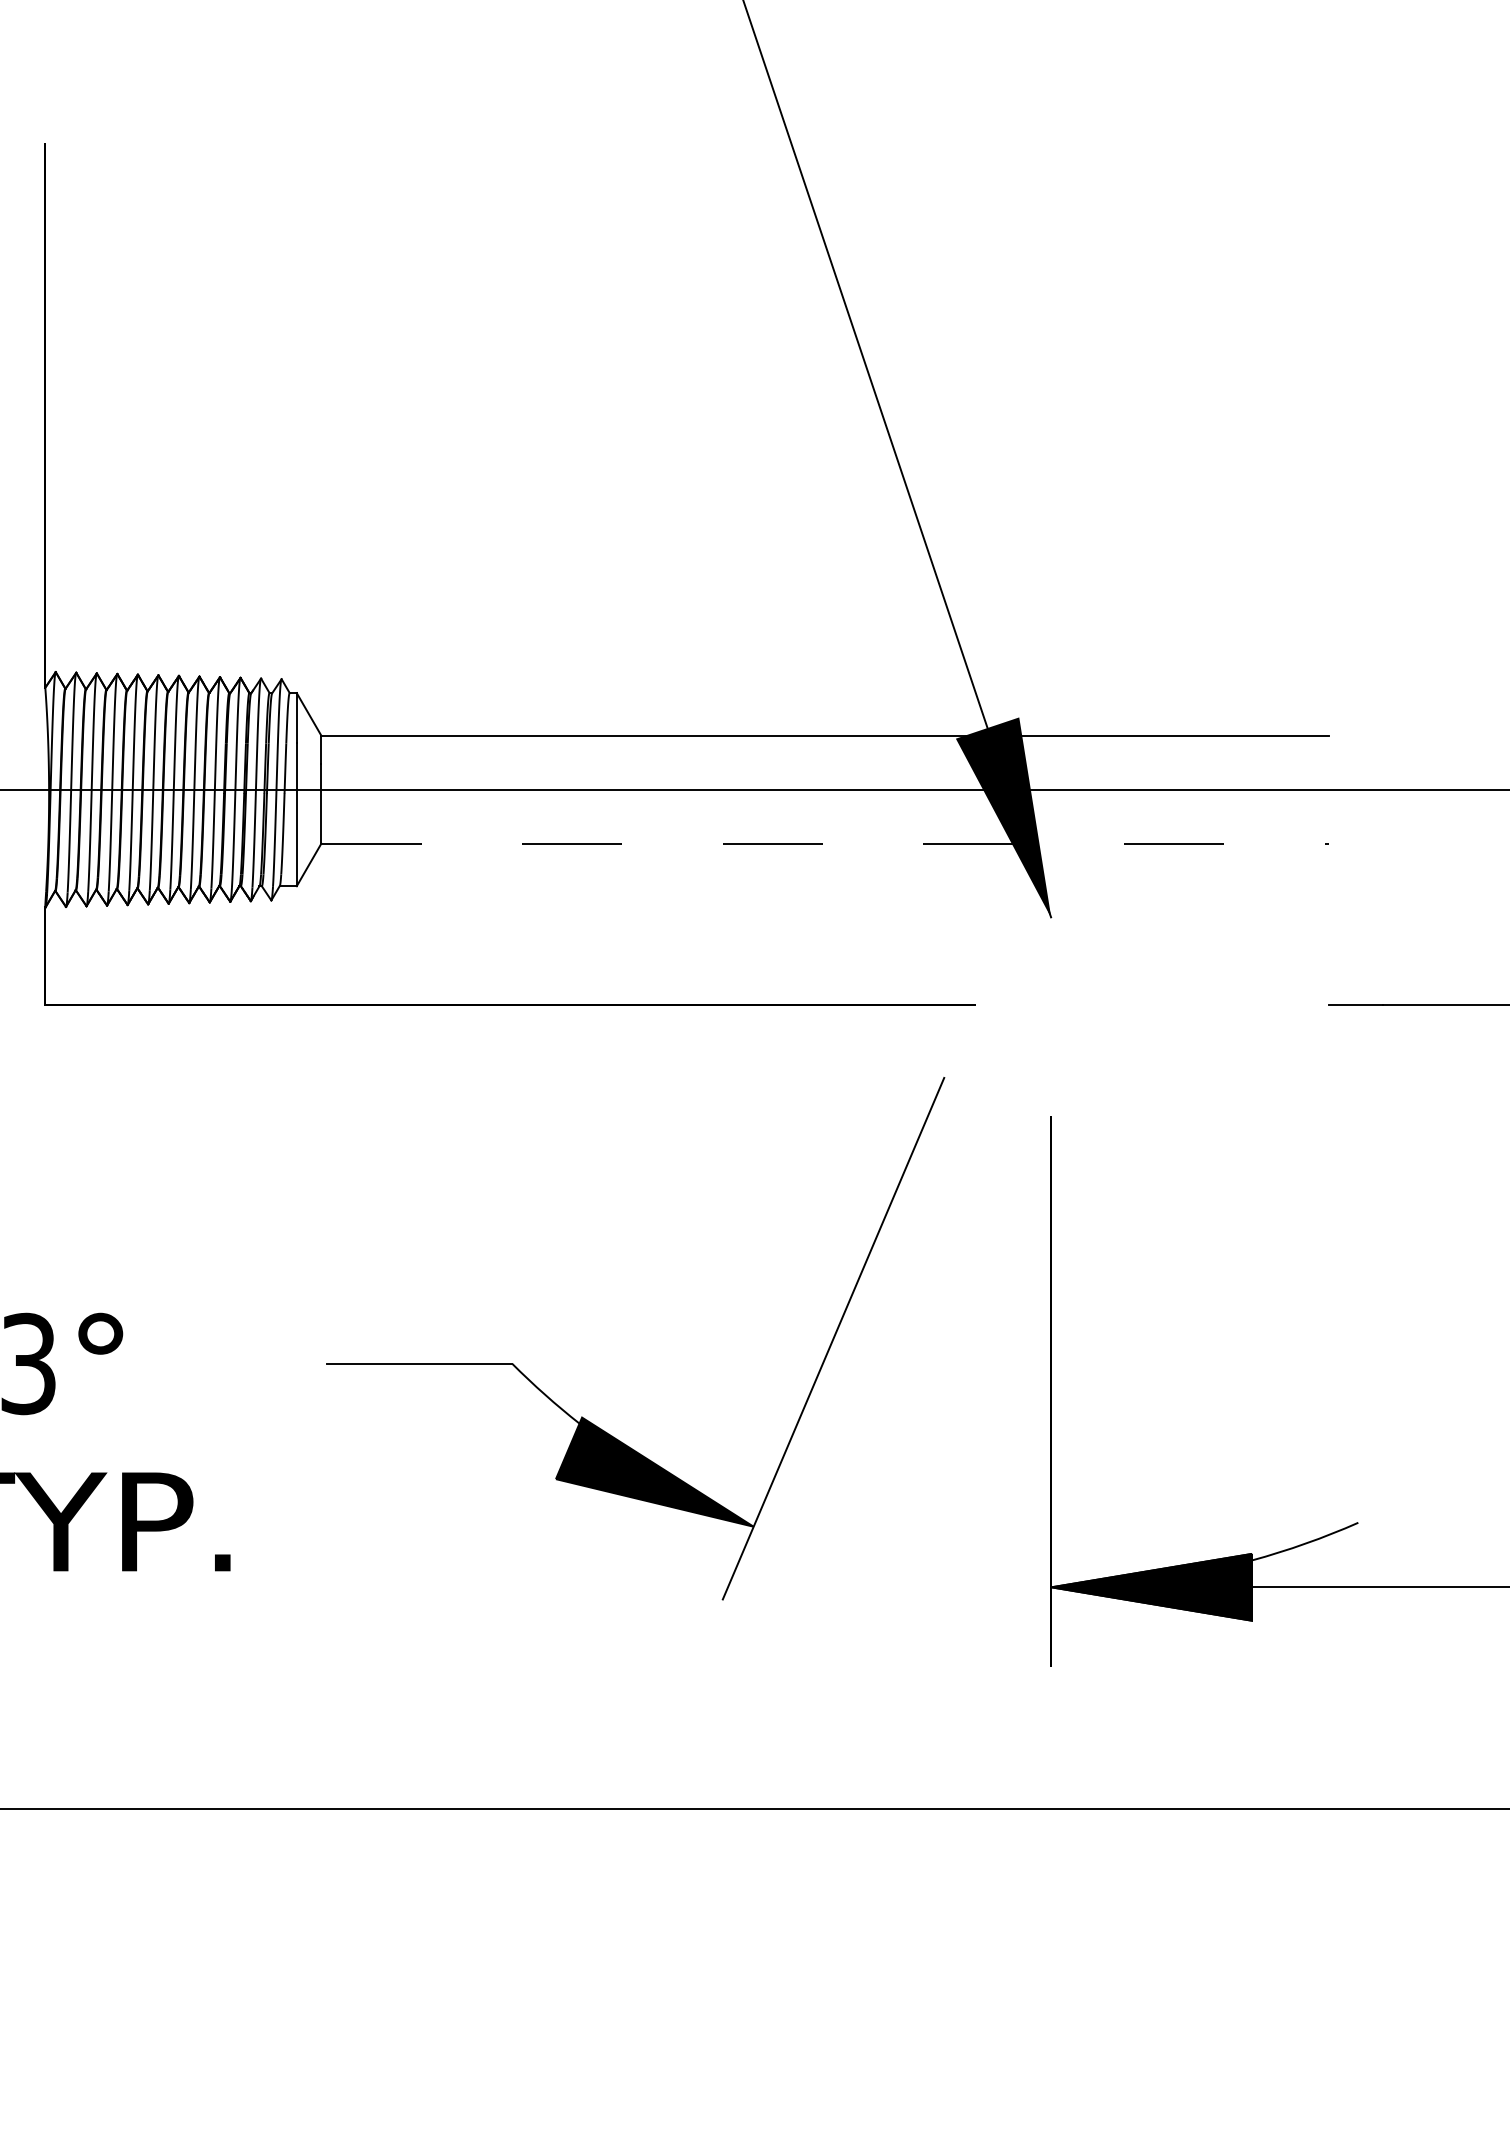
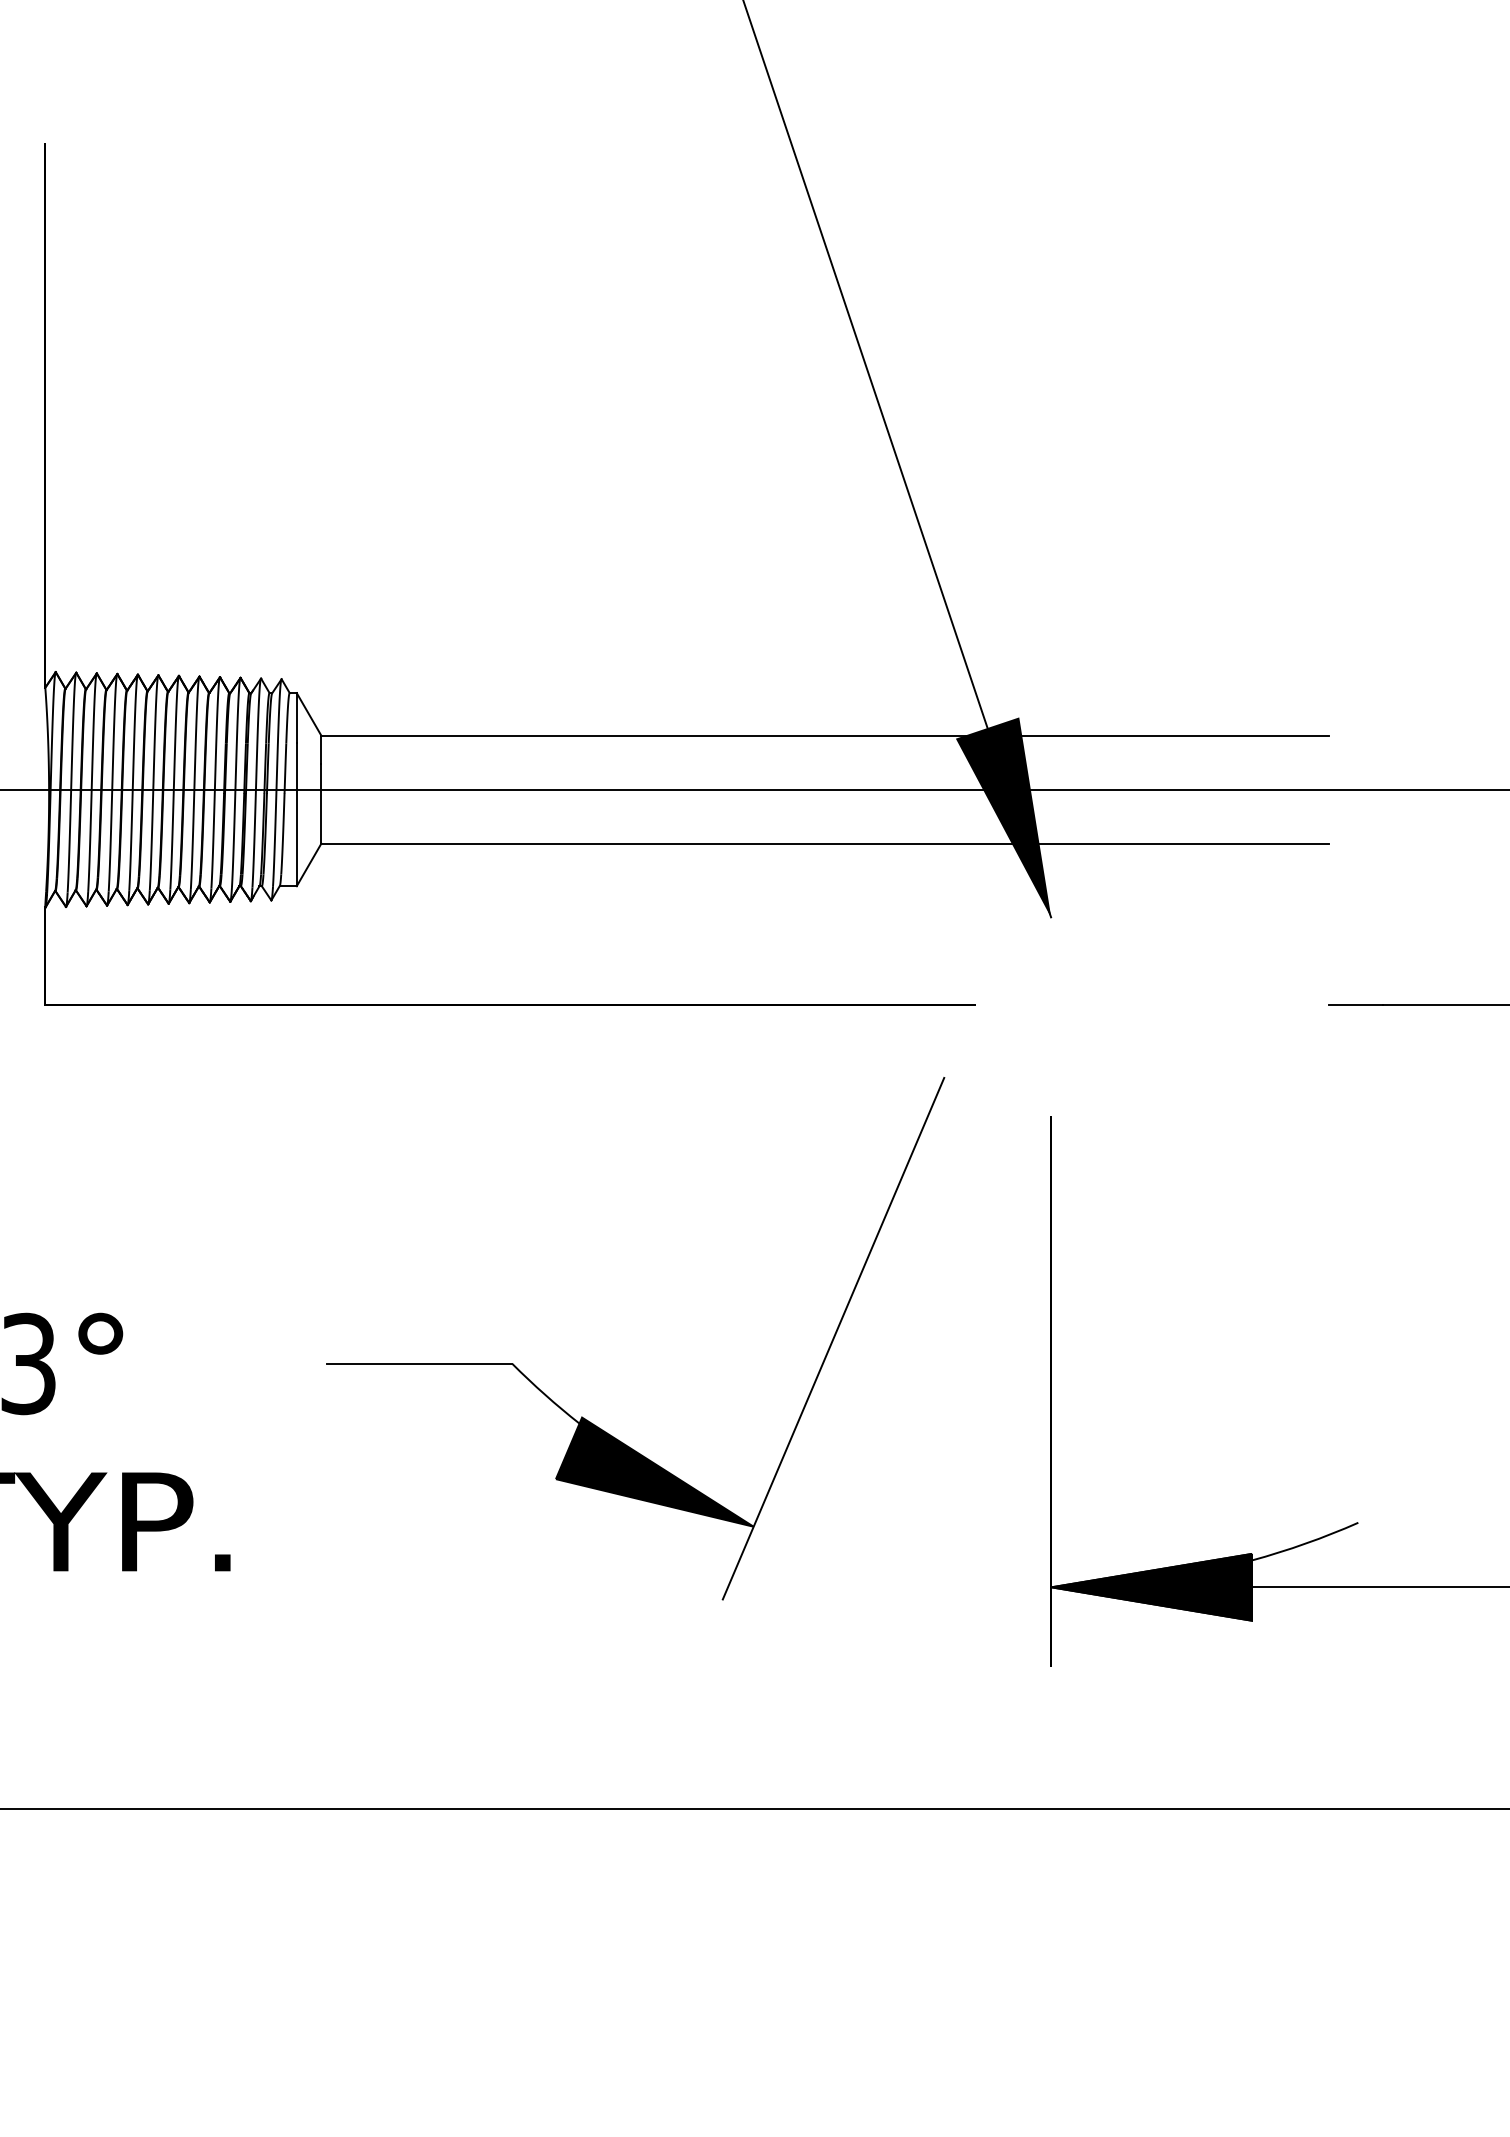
line at (825, 843): dashed -> solid
